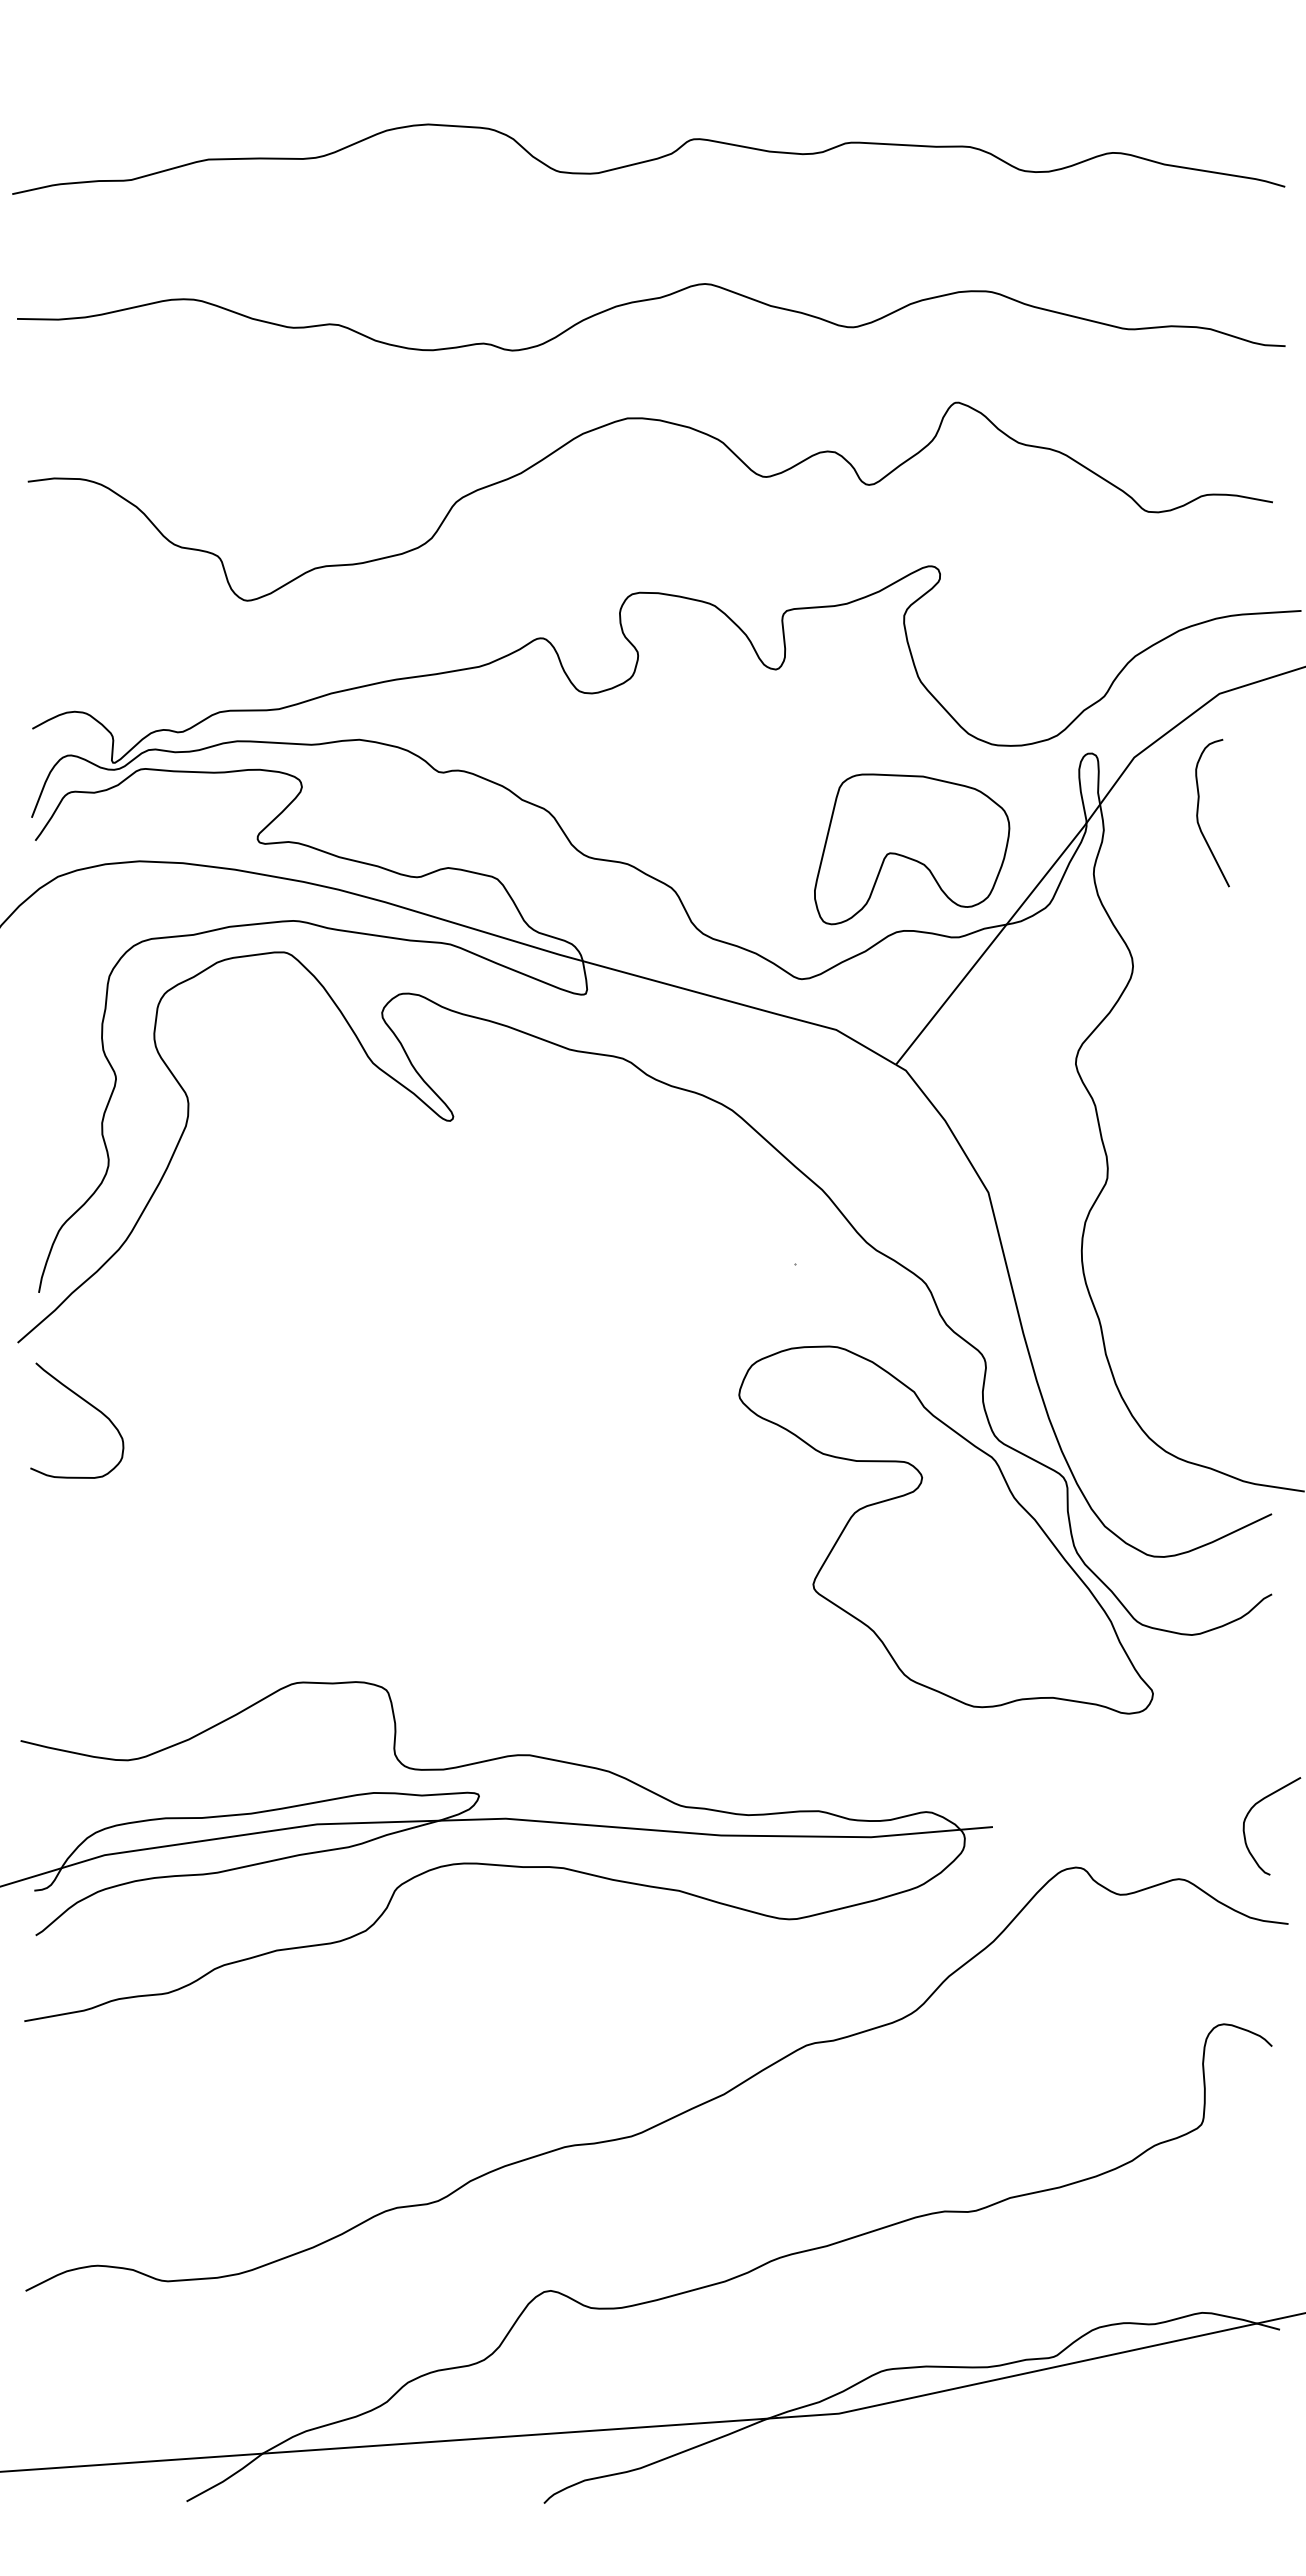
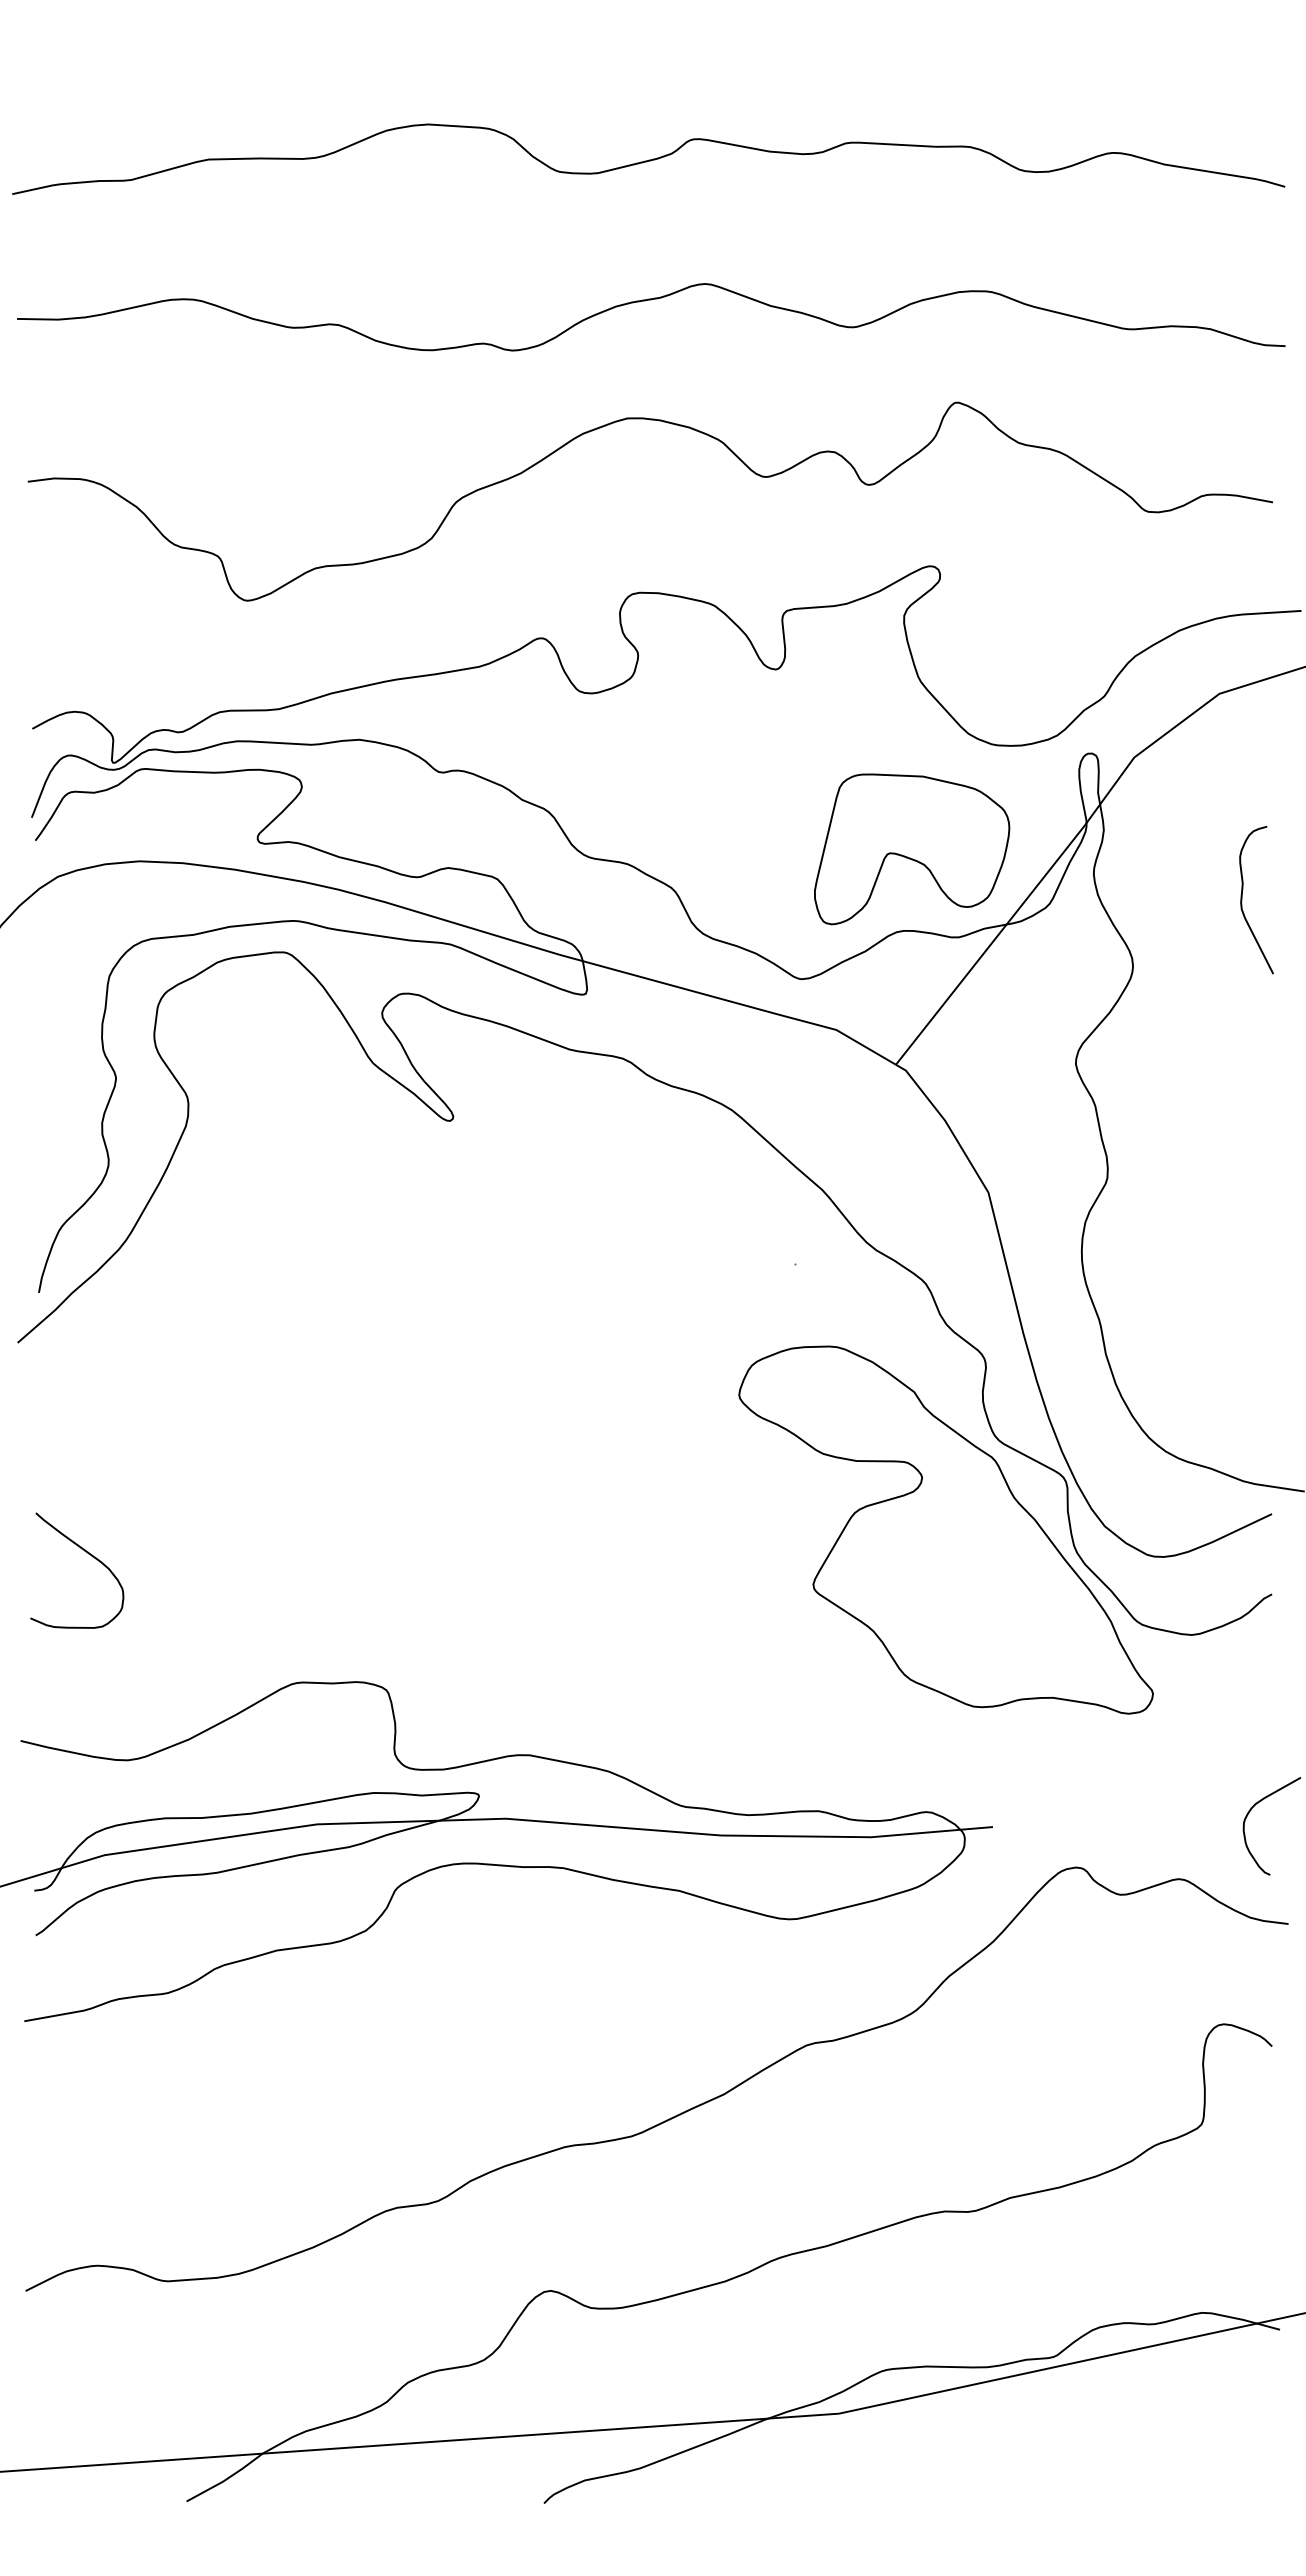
curve at (1198, 812) position: (1198, 812) -> (1242, 899)
curve at (88, 1404) position: (88, 1404) -> (88, 1554)
